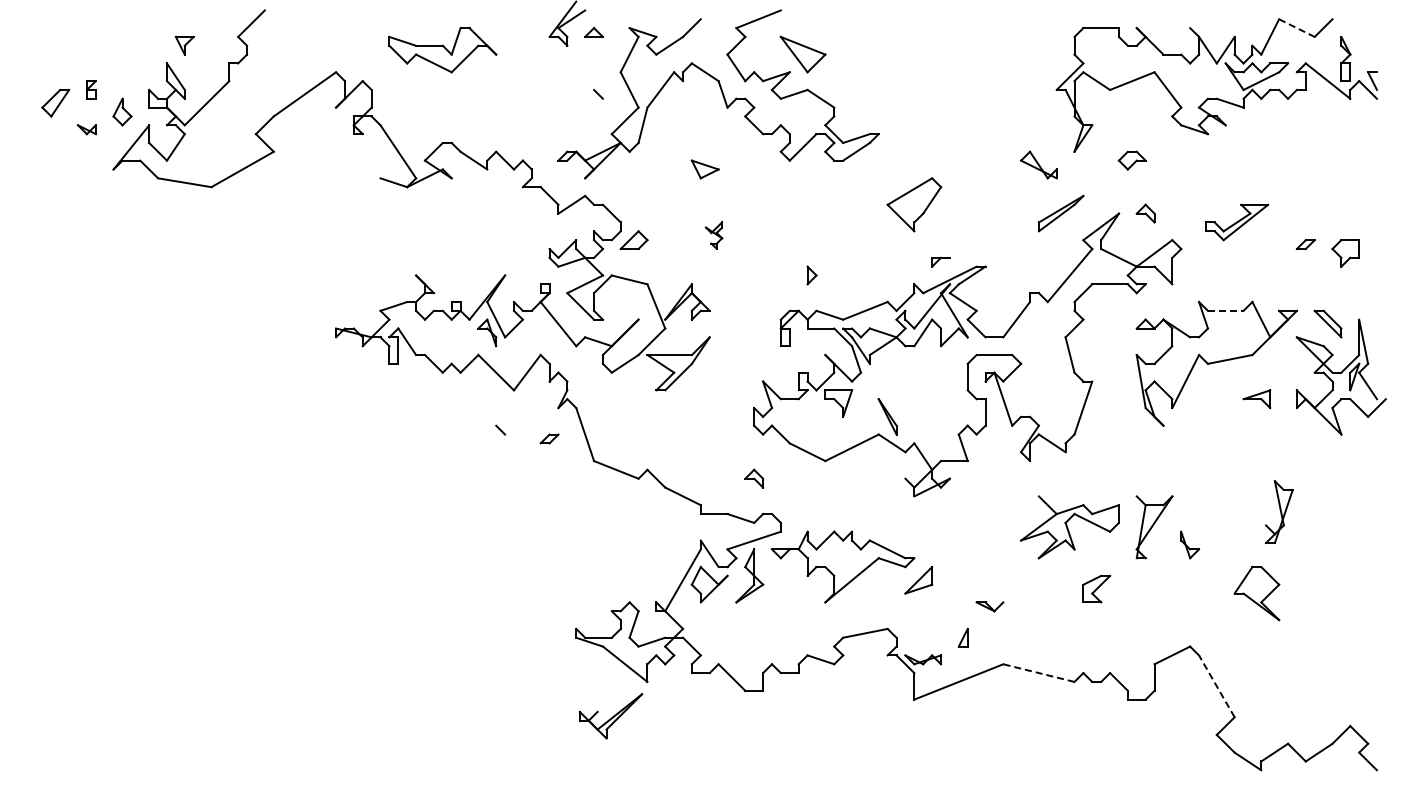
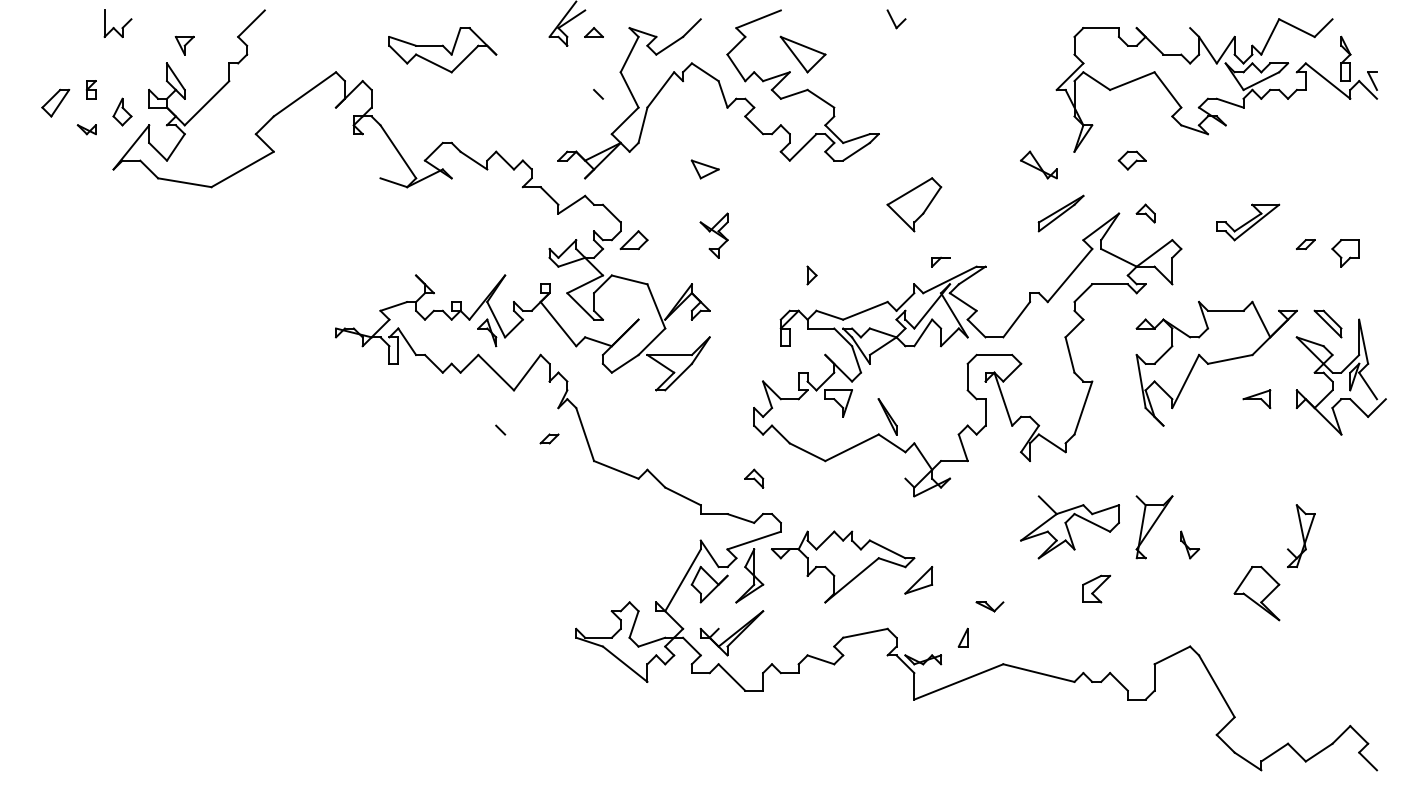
part at (896, 19): none -> present
part at (117, 23): none -> present
line at (1296, 28): dashed -> solid
part at (1237, 222) position: (1237, 222) -> (1248, 222)
part at (714, 235) size: 19x29 px -> 30x47 px
line at (1225, 310): dashed -> solid
part at (1279, 512) position: (1279, 512) -> (1301, 536)
line at (1038, 673): dashed -> solid
line at (1216, 686): dashed -> solid
part at (610, 716) position: (610, 716) -> (731, 633)
